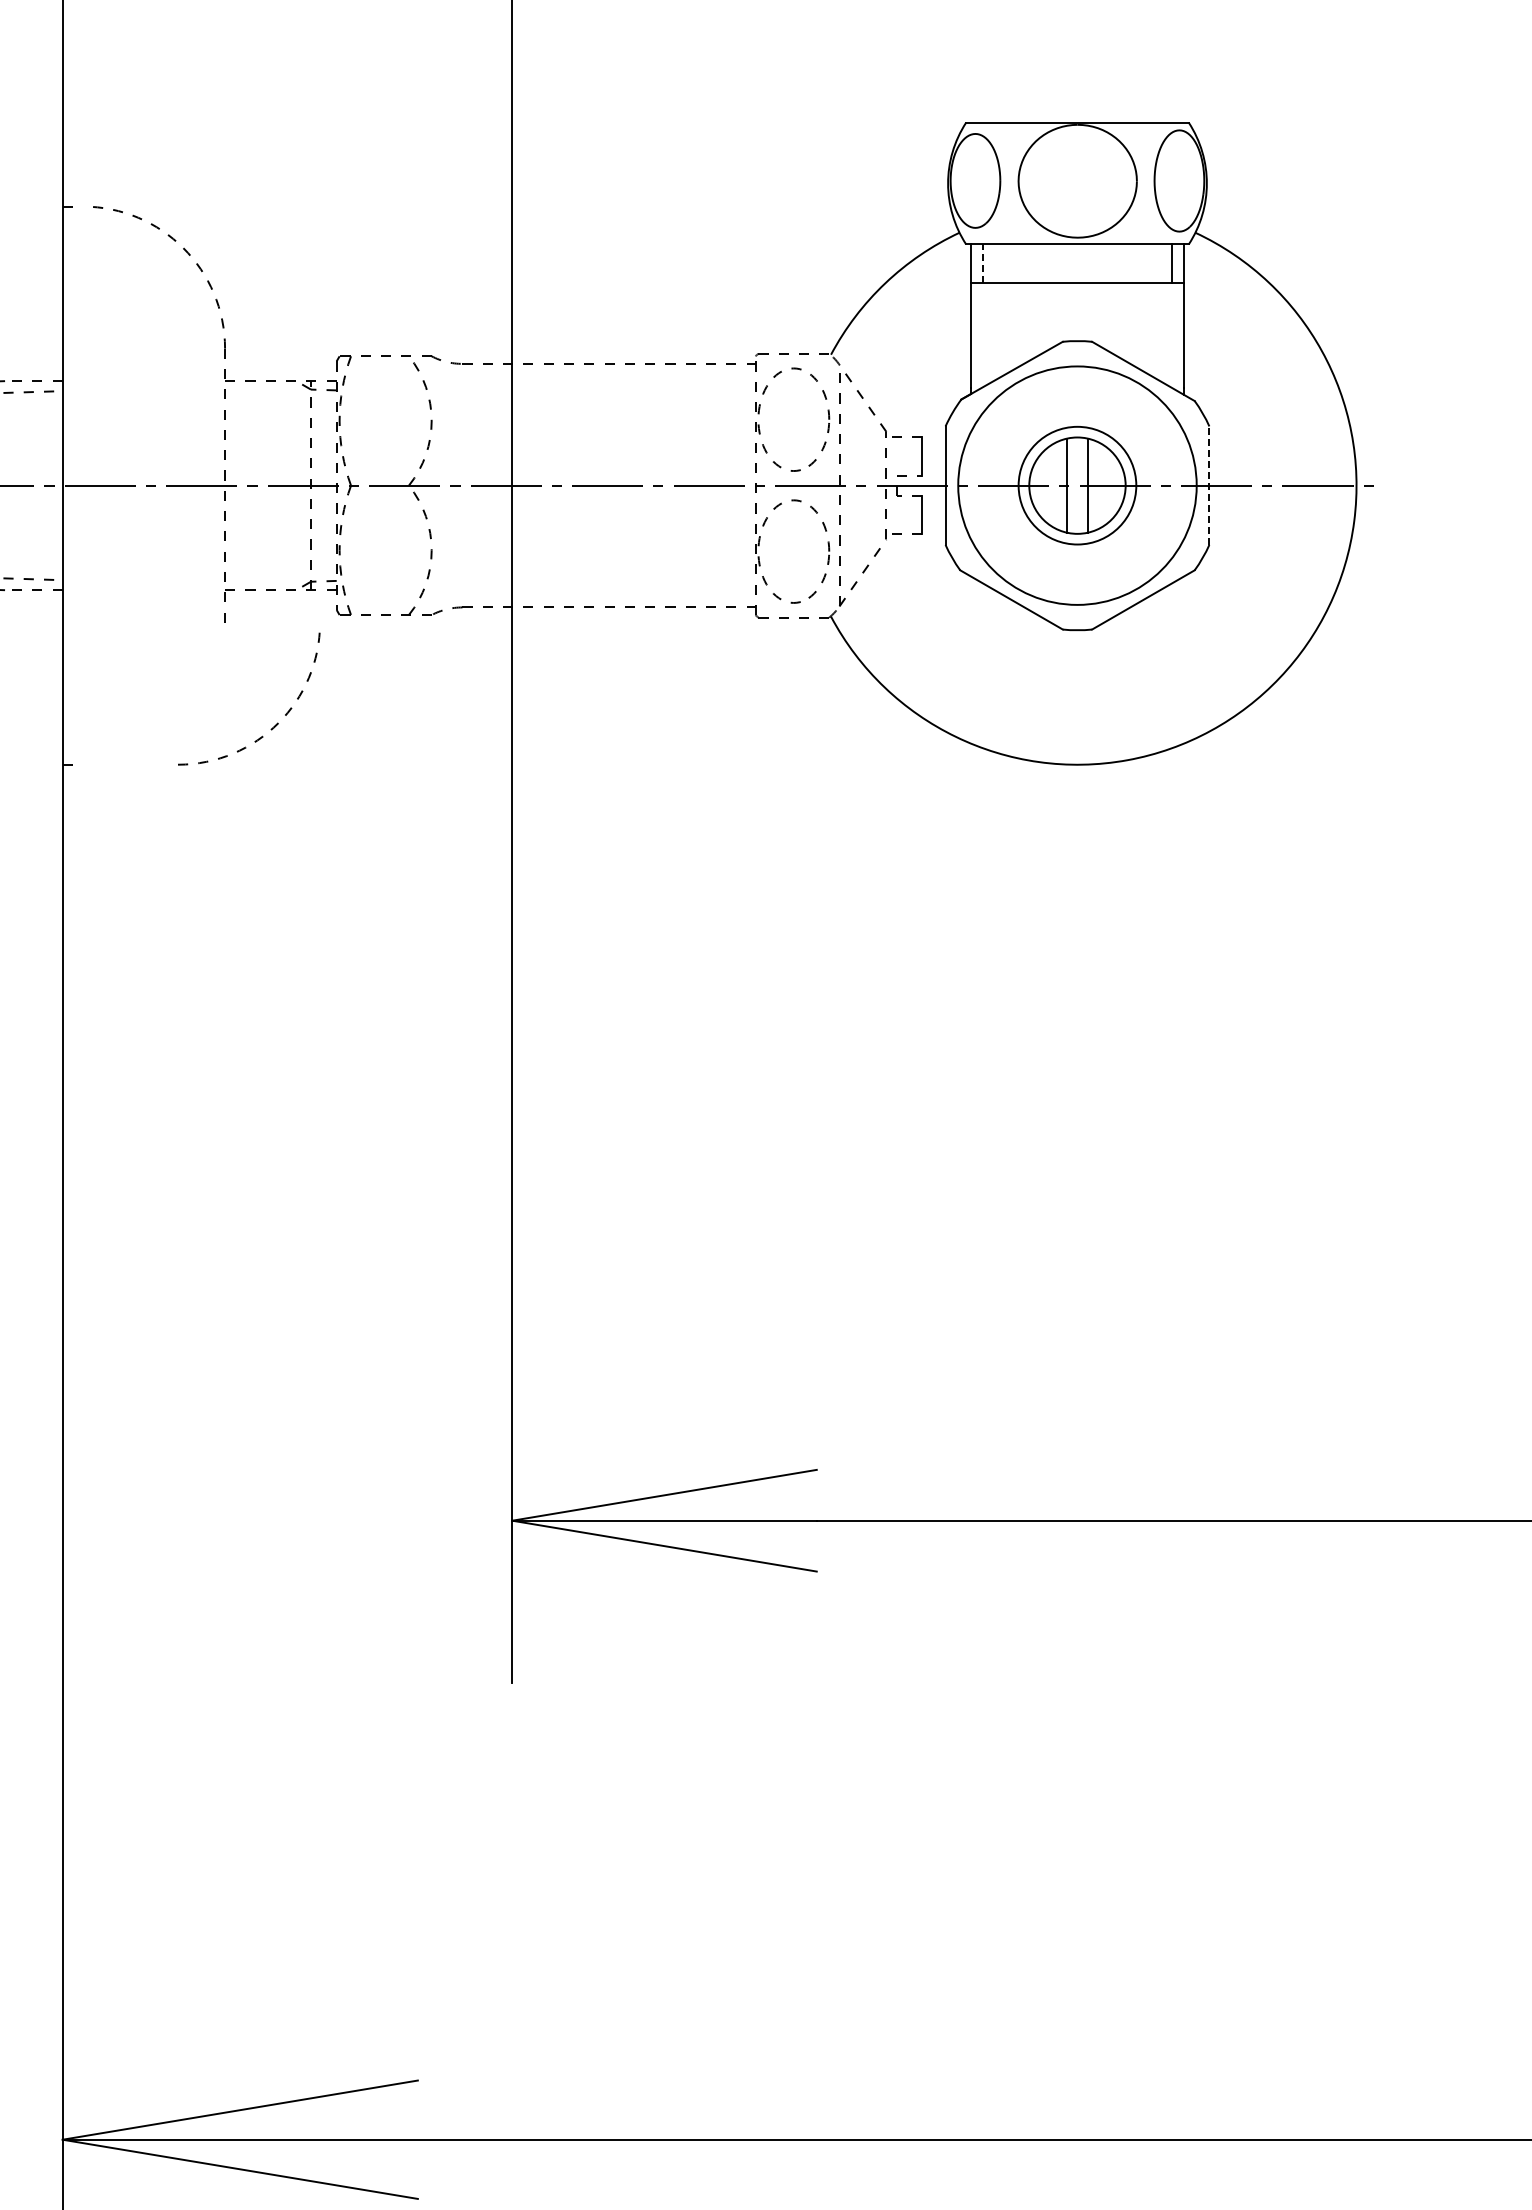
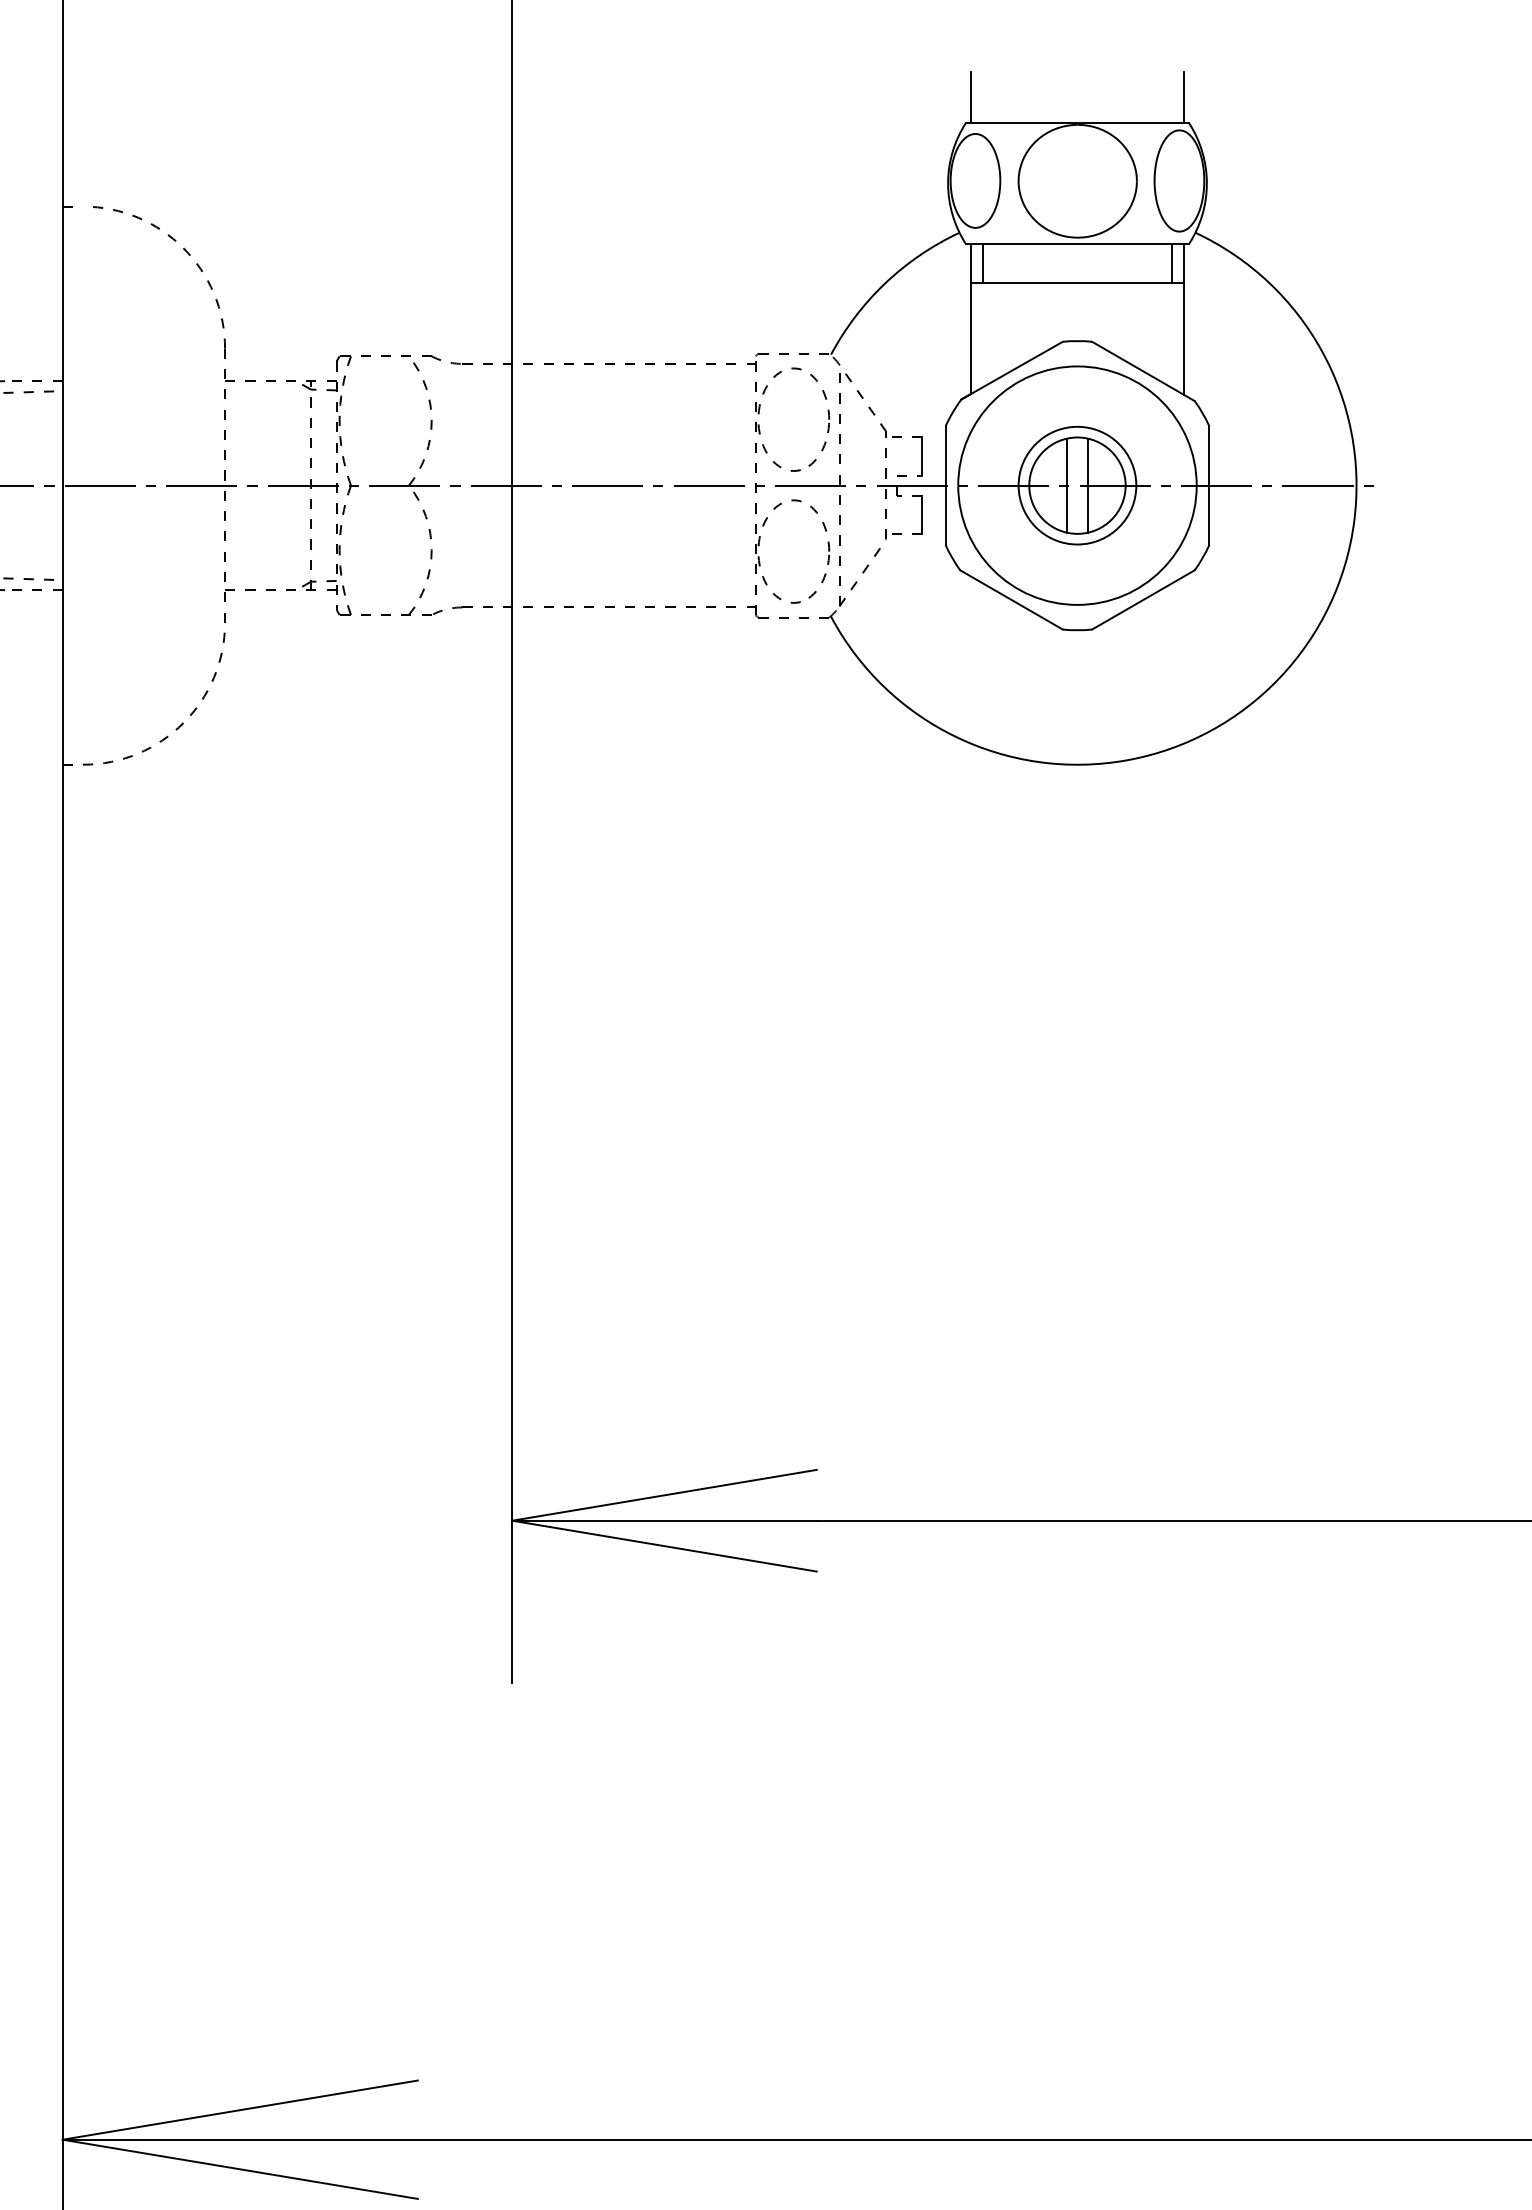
line at (970, 96): none -> present
line at (1184, 96): none -> present
line at (982, 263): dashed -> solid
line at (1209, 485): dashed -> solid
arc at (275, 724) position: (275, 724) -> (180, 724)
